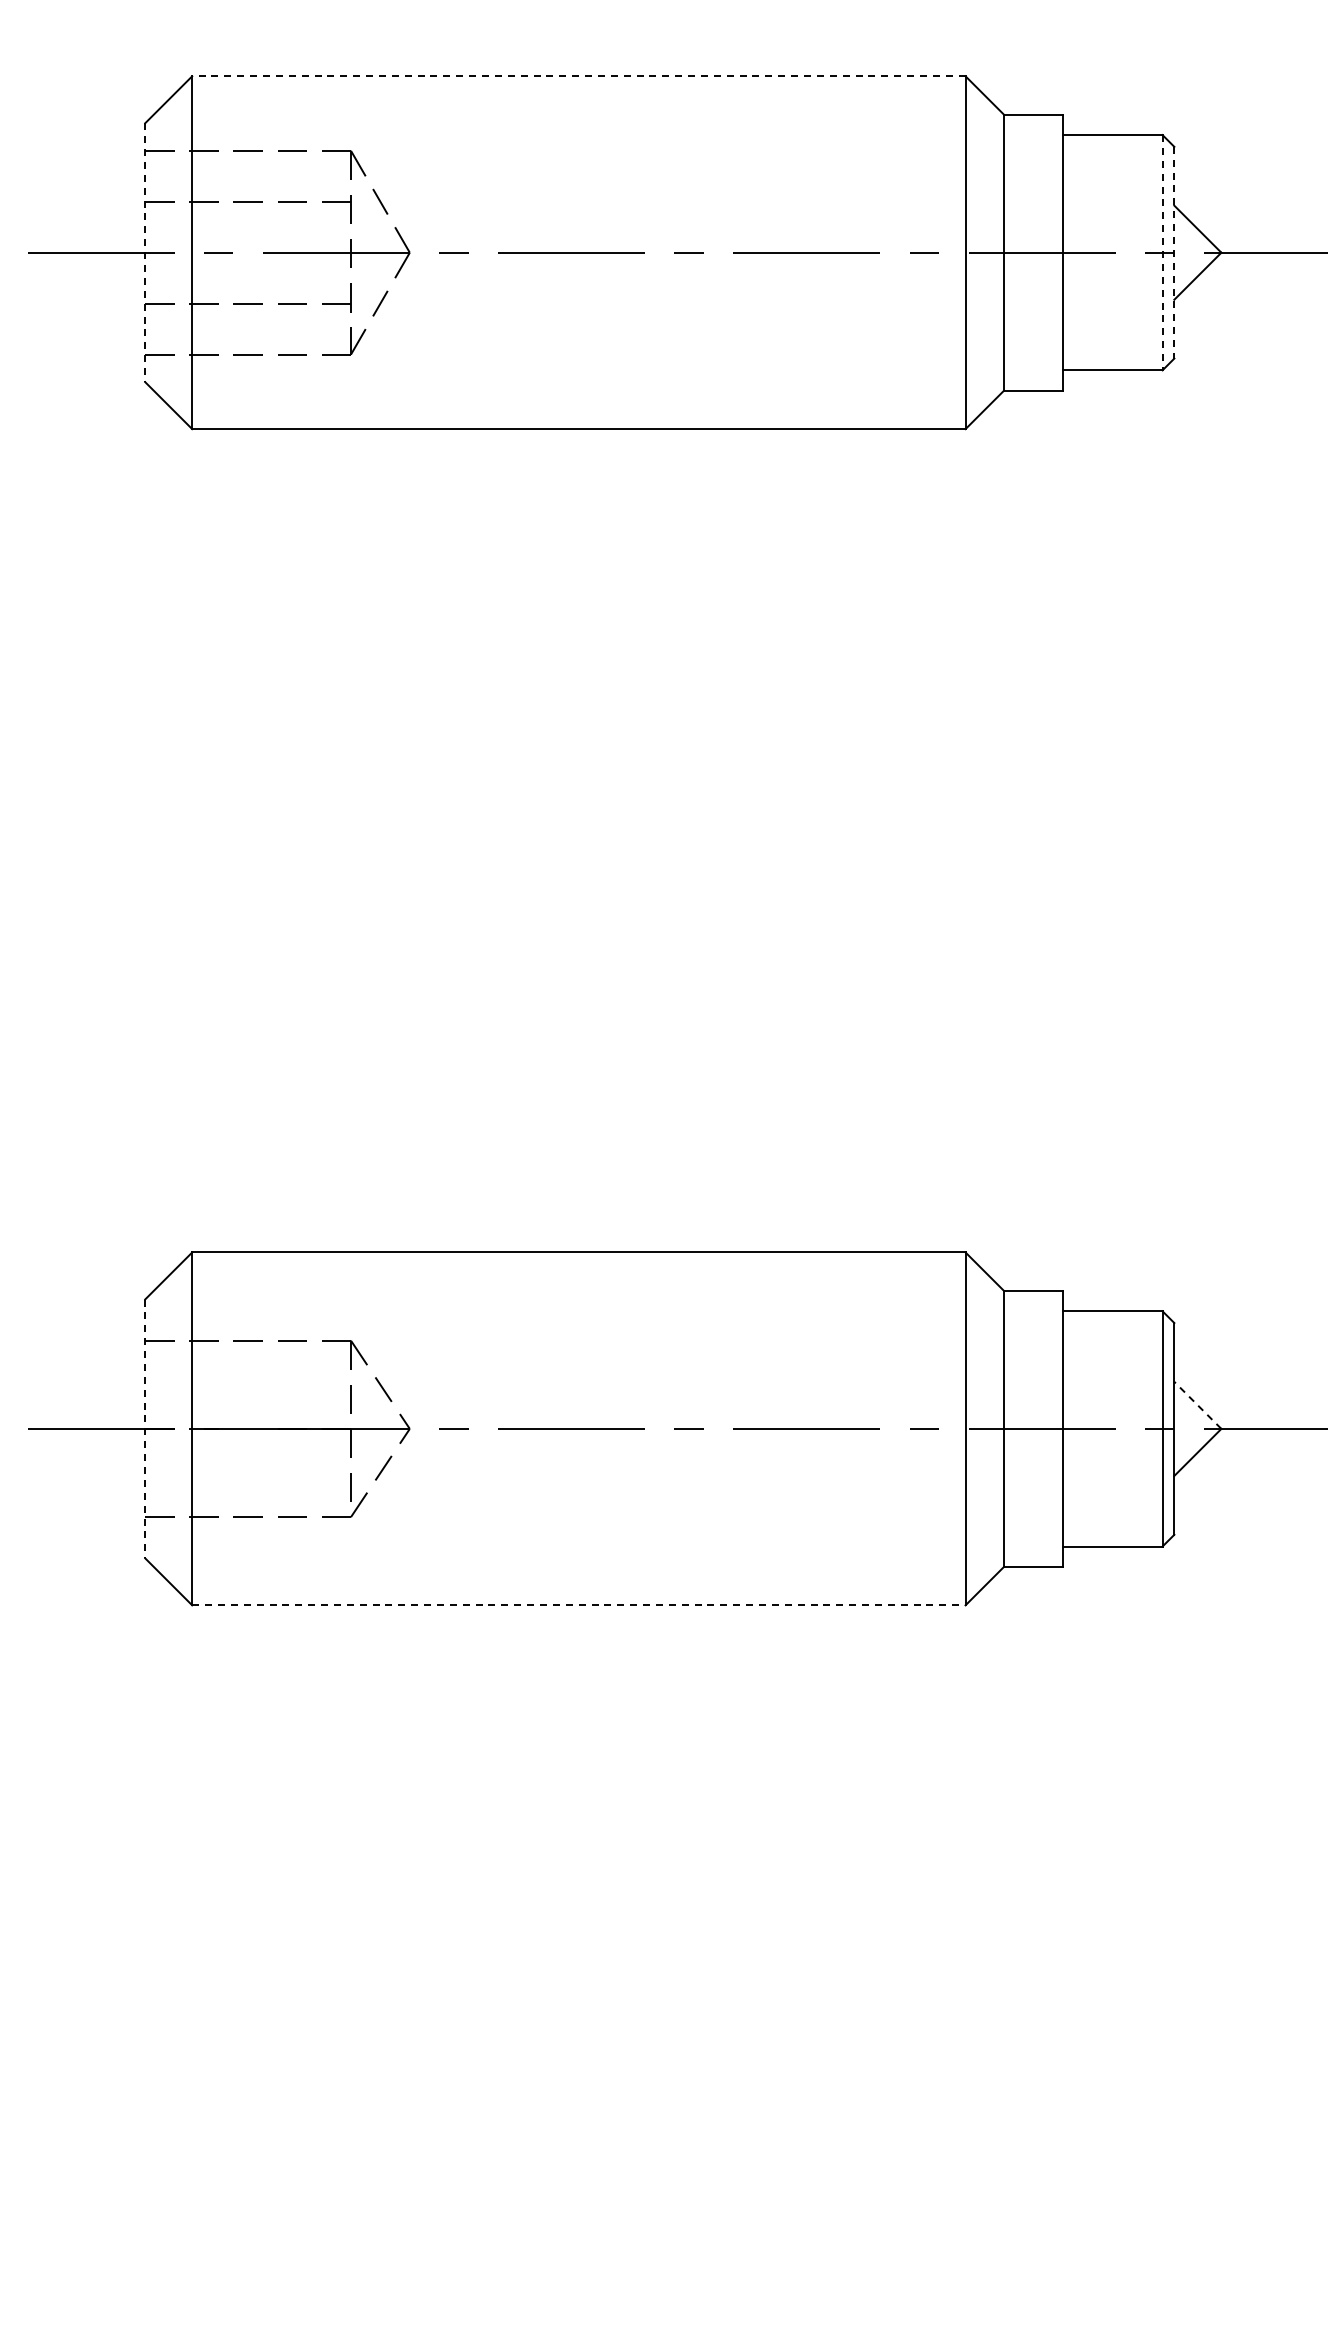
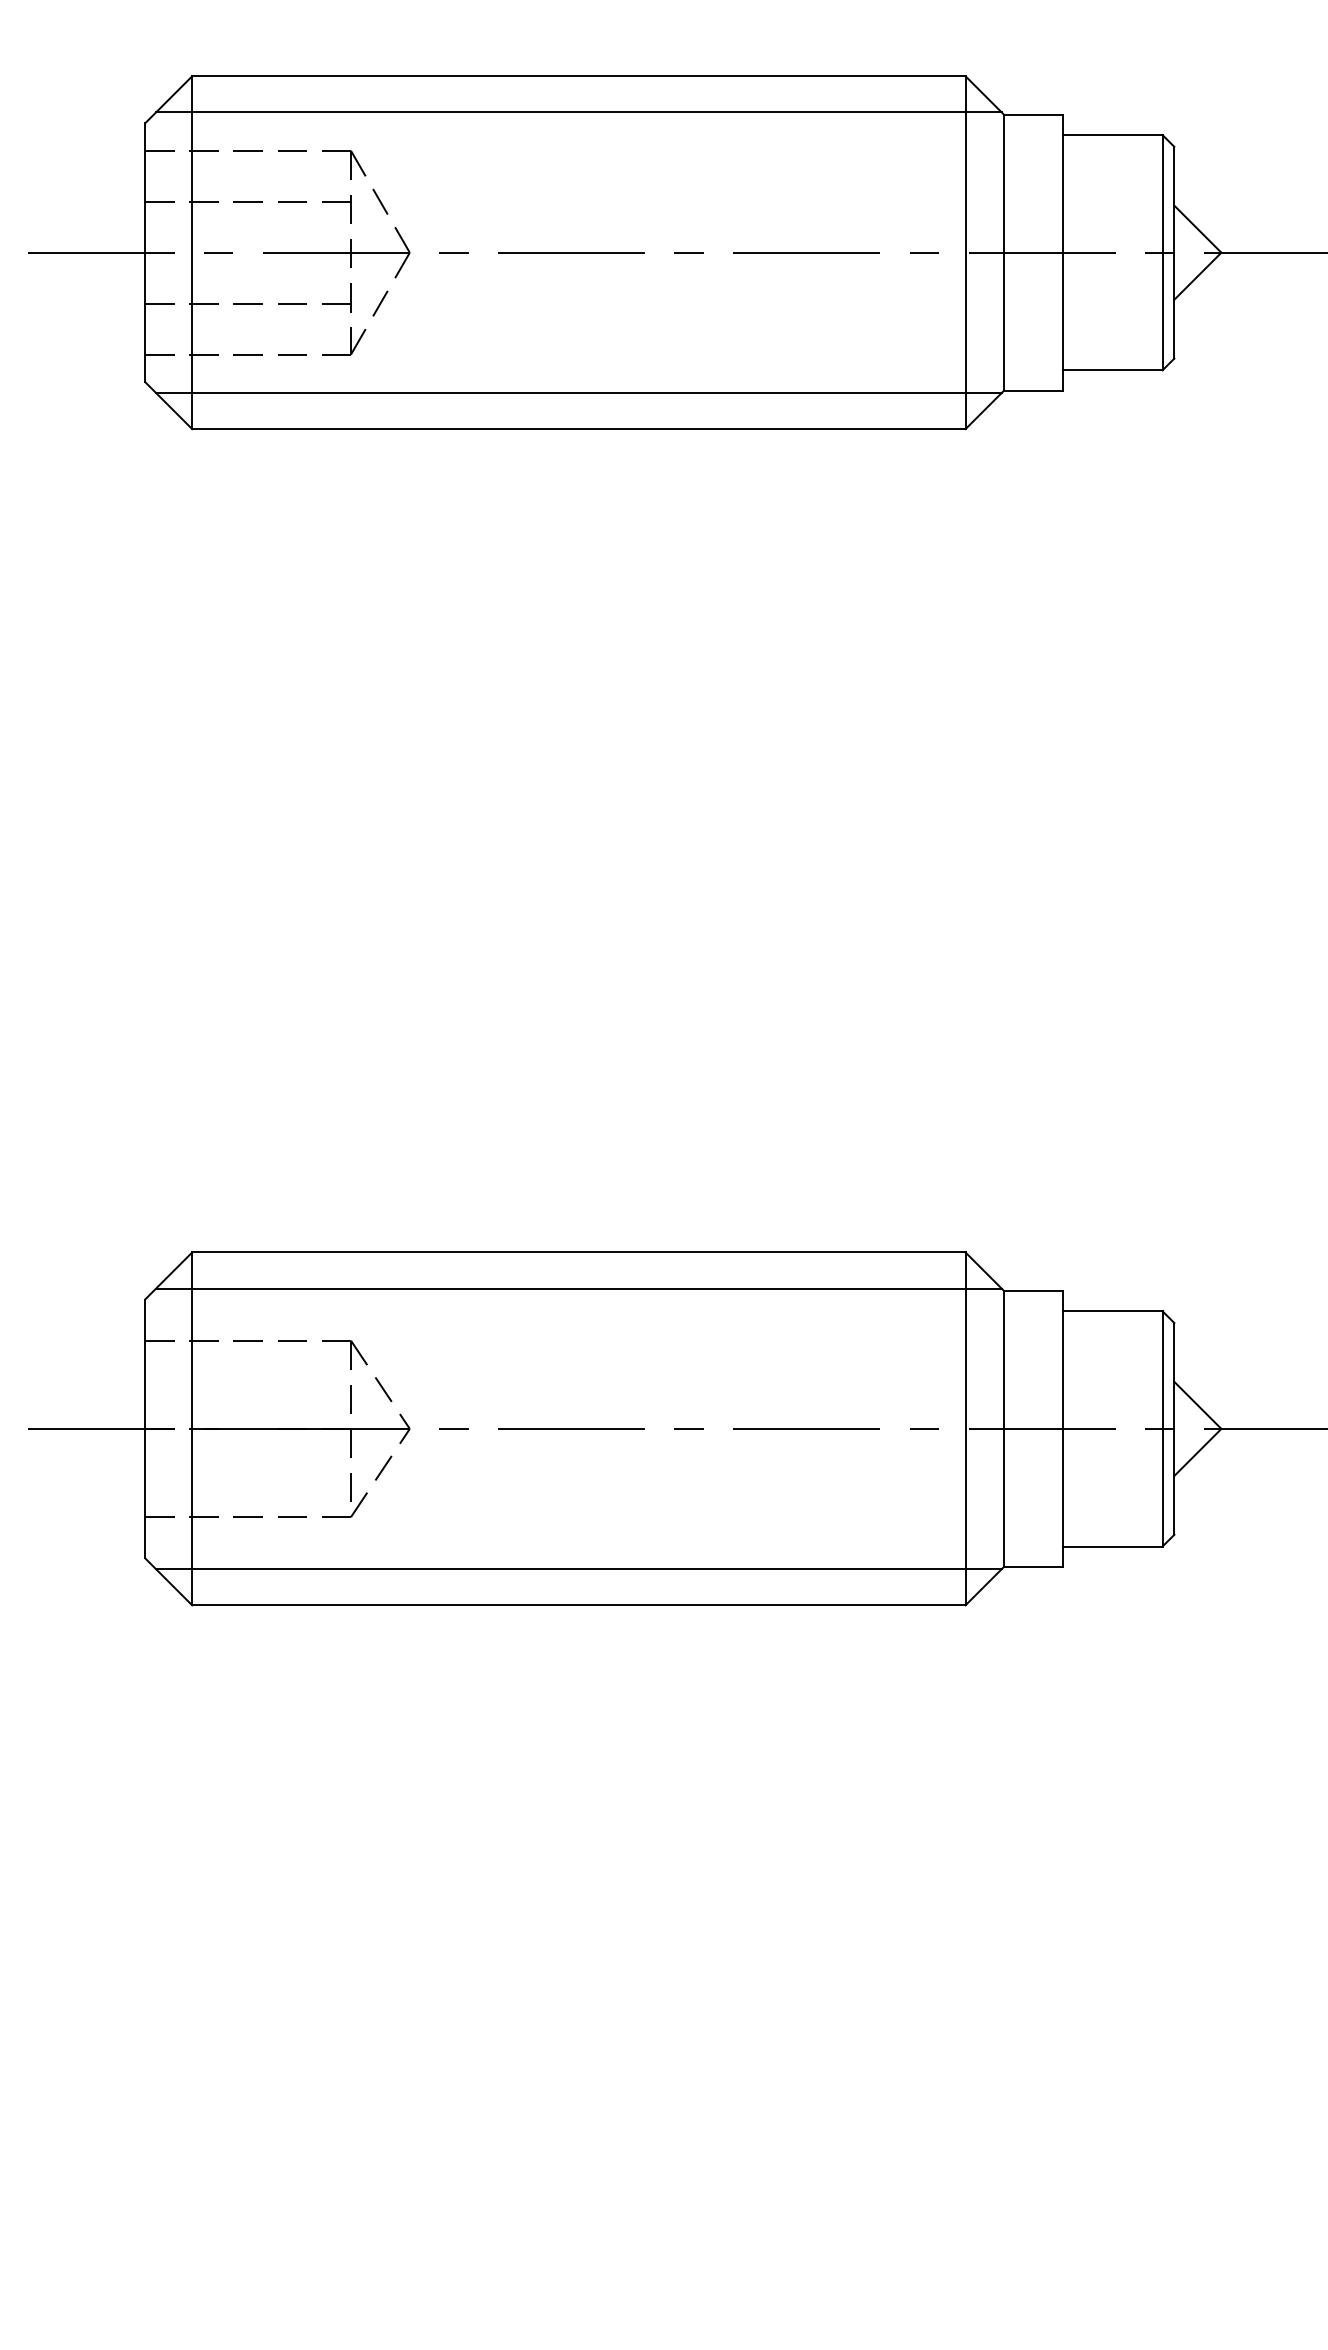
line at (578, 76): dashed -> solid
line at (578, 112): none -> present
line at (1162, 252): dashed -> solid
line at (1174, 252): dashed -> solid
line at (145, 253): dashed -> solid
line at (578, 393): none -> present
line at (578, 1288): none -> present
line at (1197, 1405): dashed -> solid
line at (145, 1429): dashed -> solid
line at (578, 1569): none -> present
line at (578, 1605): dashed -> solid
